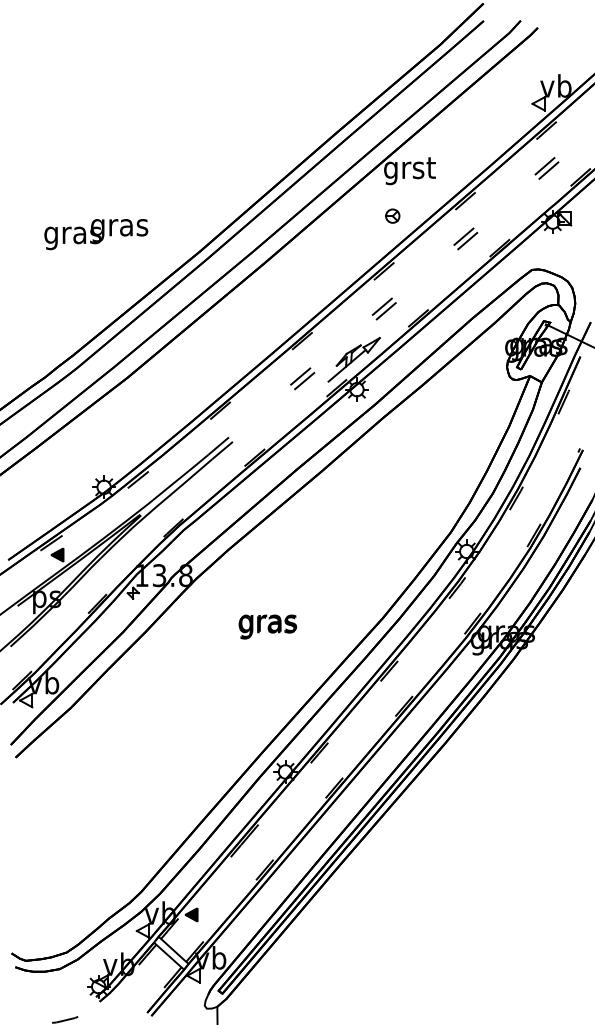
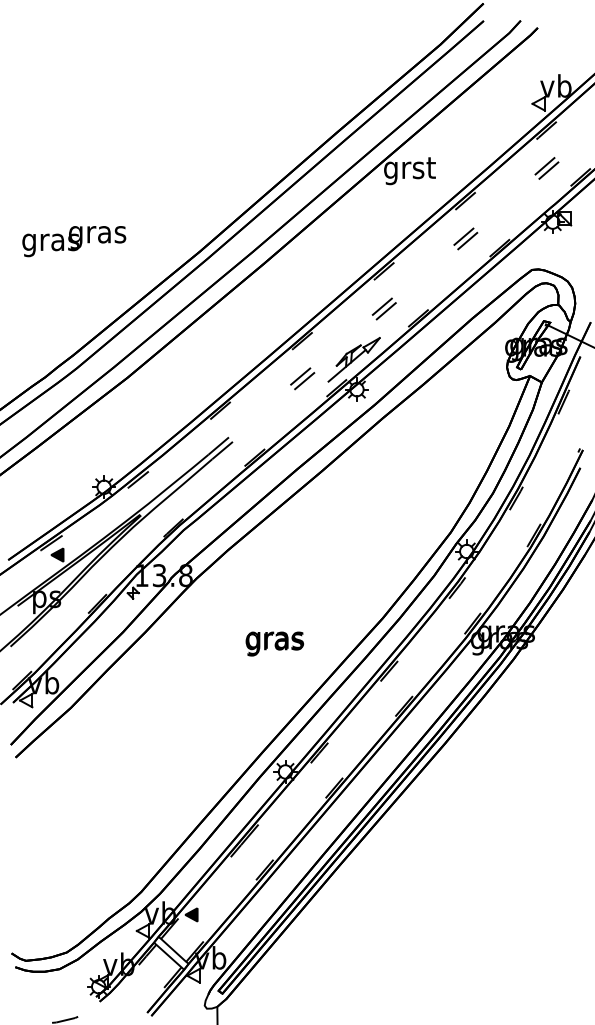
part at (392, 215): present -> none
text at (96, 234) position: (96, 234) -> (74, 241)
text at (267, 626) position: (267, 626) -> (274, 643)
